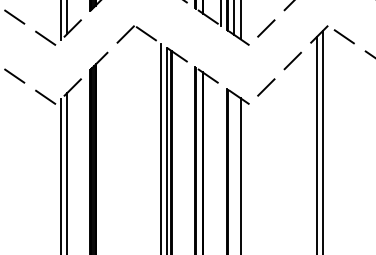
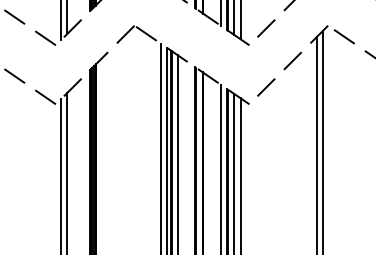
line at (178, 153): none -> present
line at (220, 167): none -> present
line at (233, 172): none -> present
